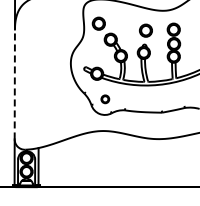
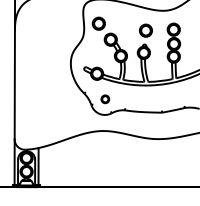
line at (14, 84): dashed -> solid
